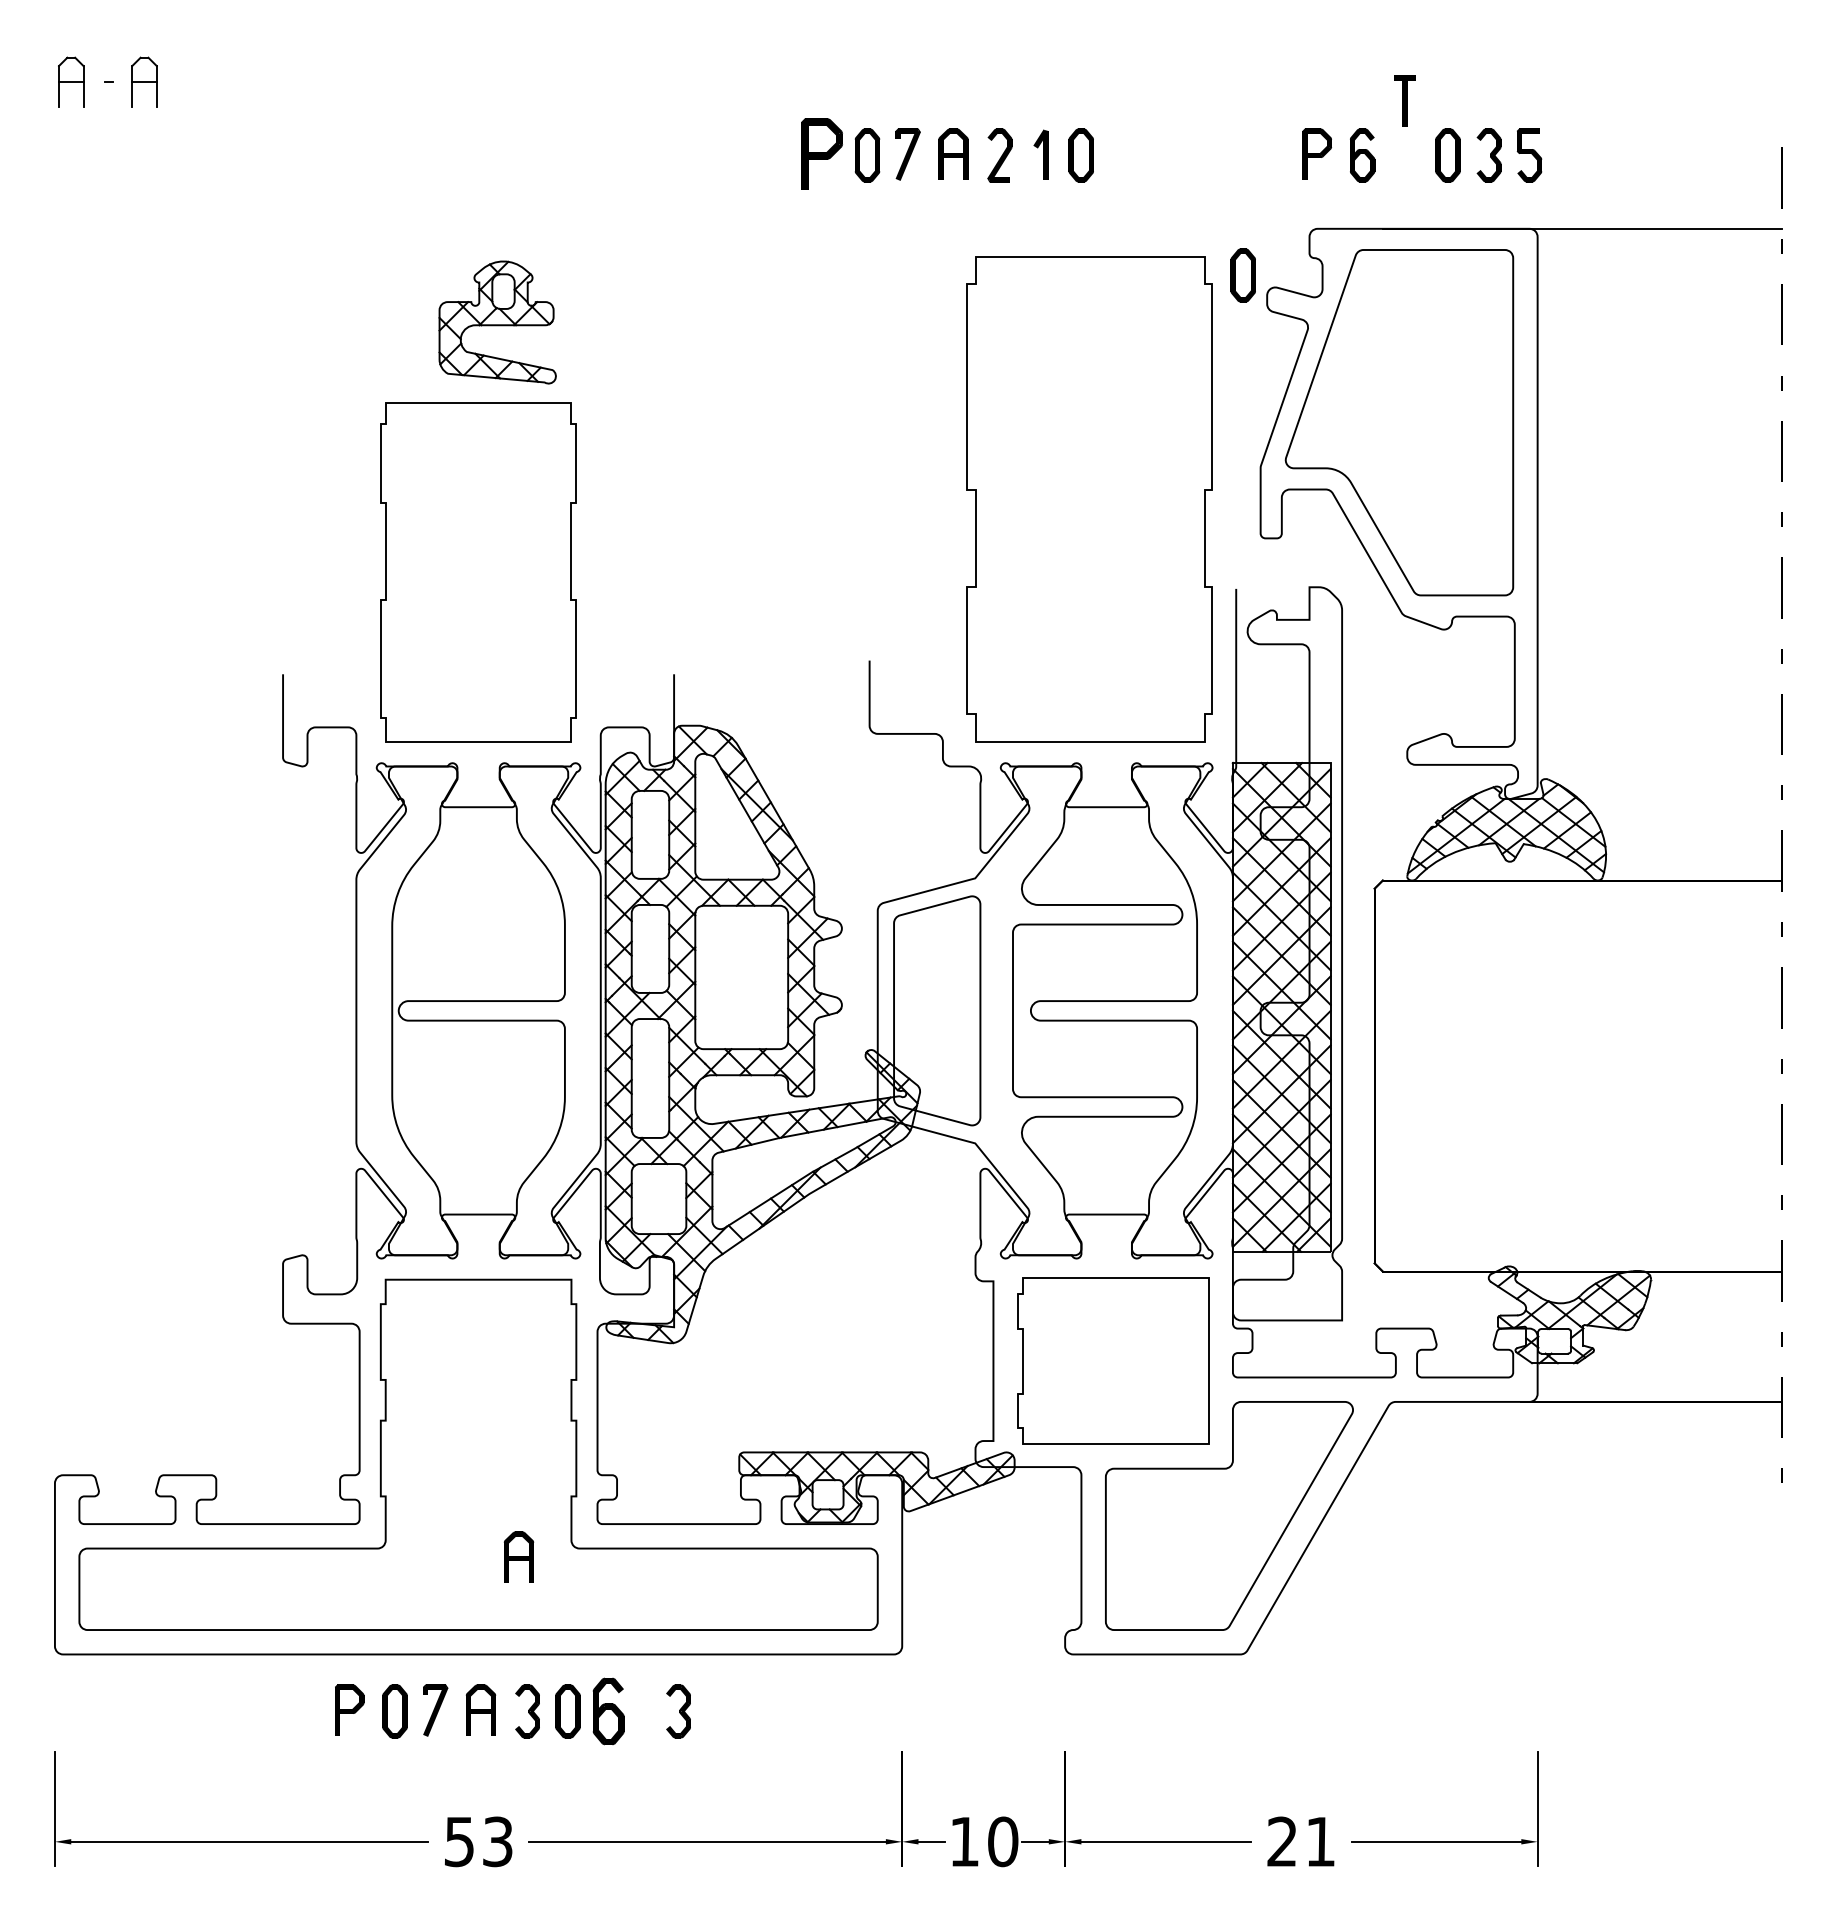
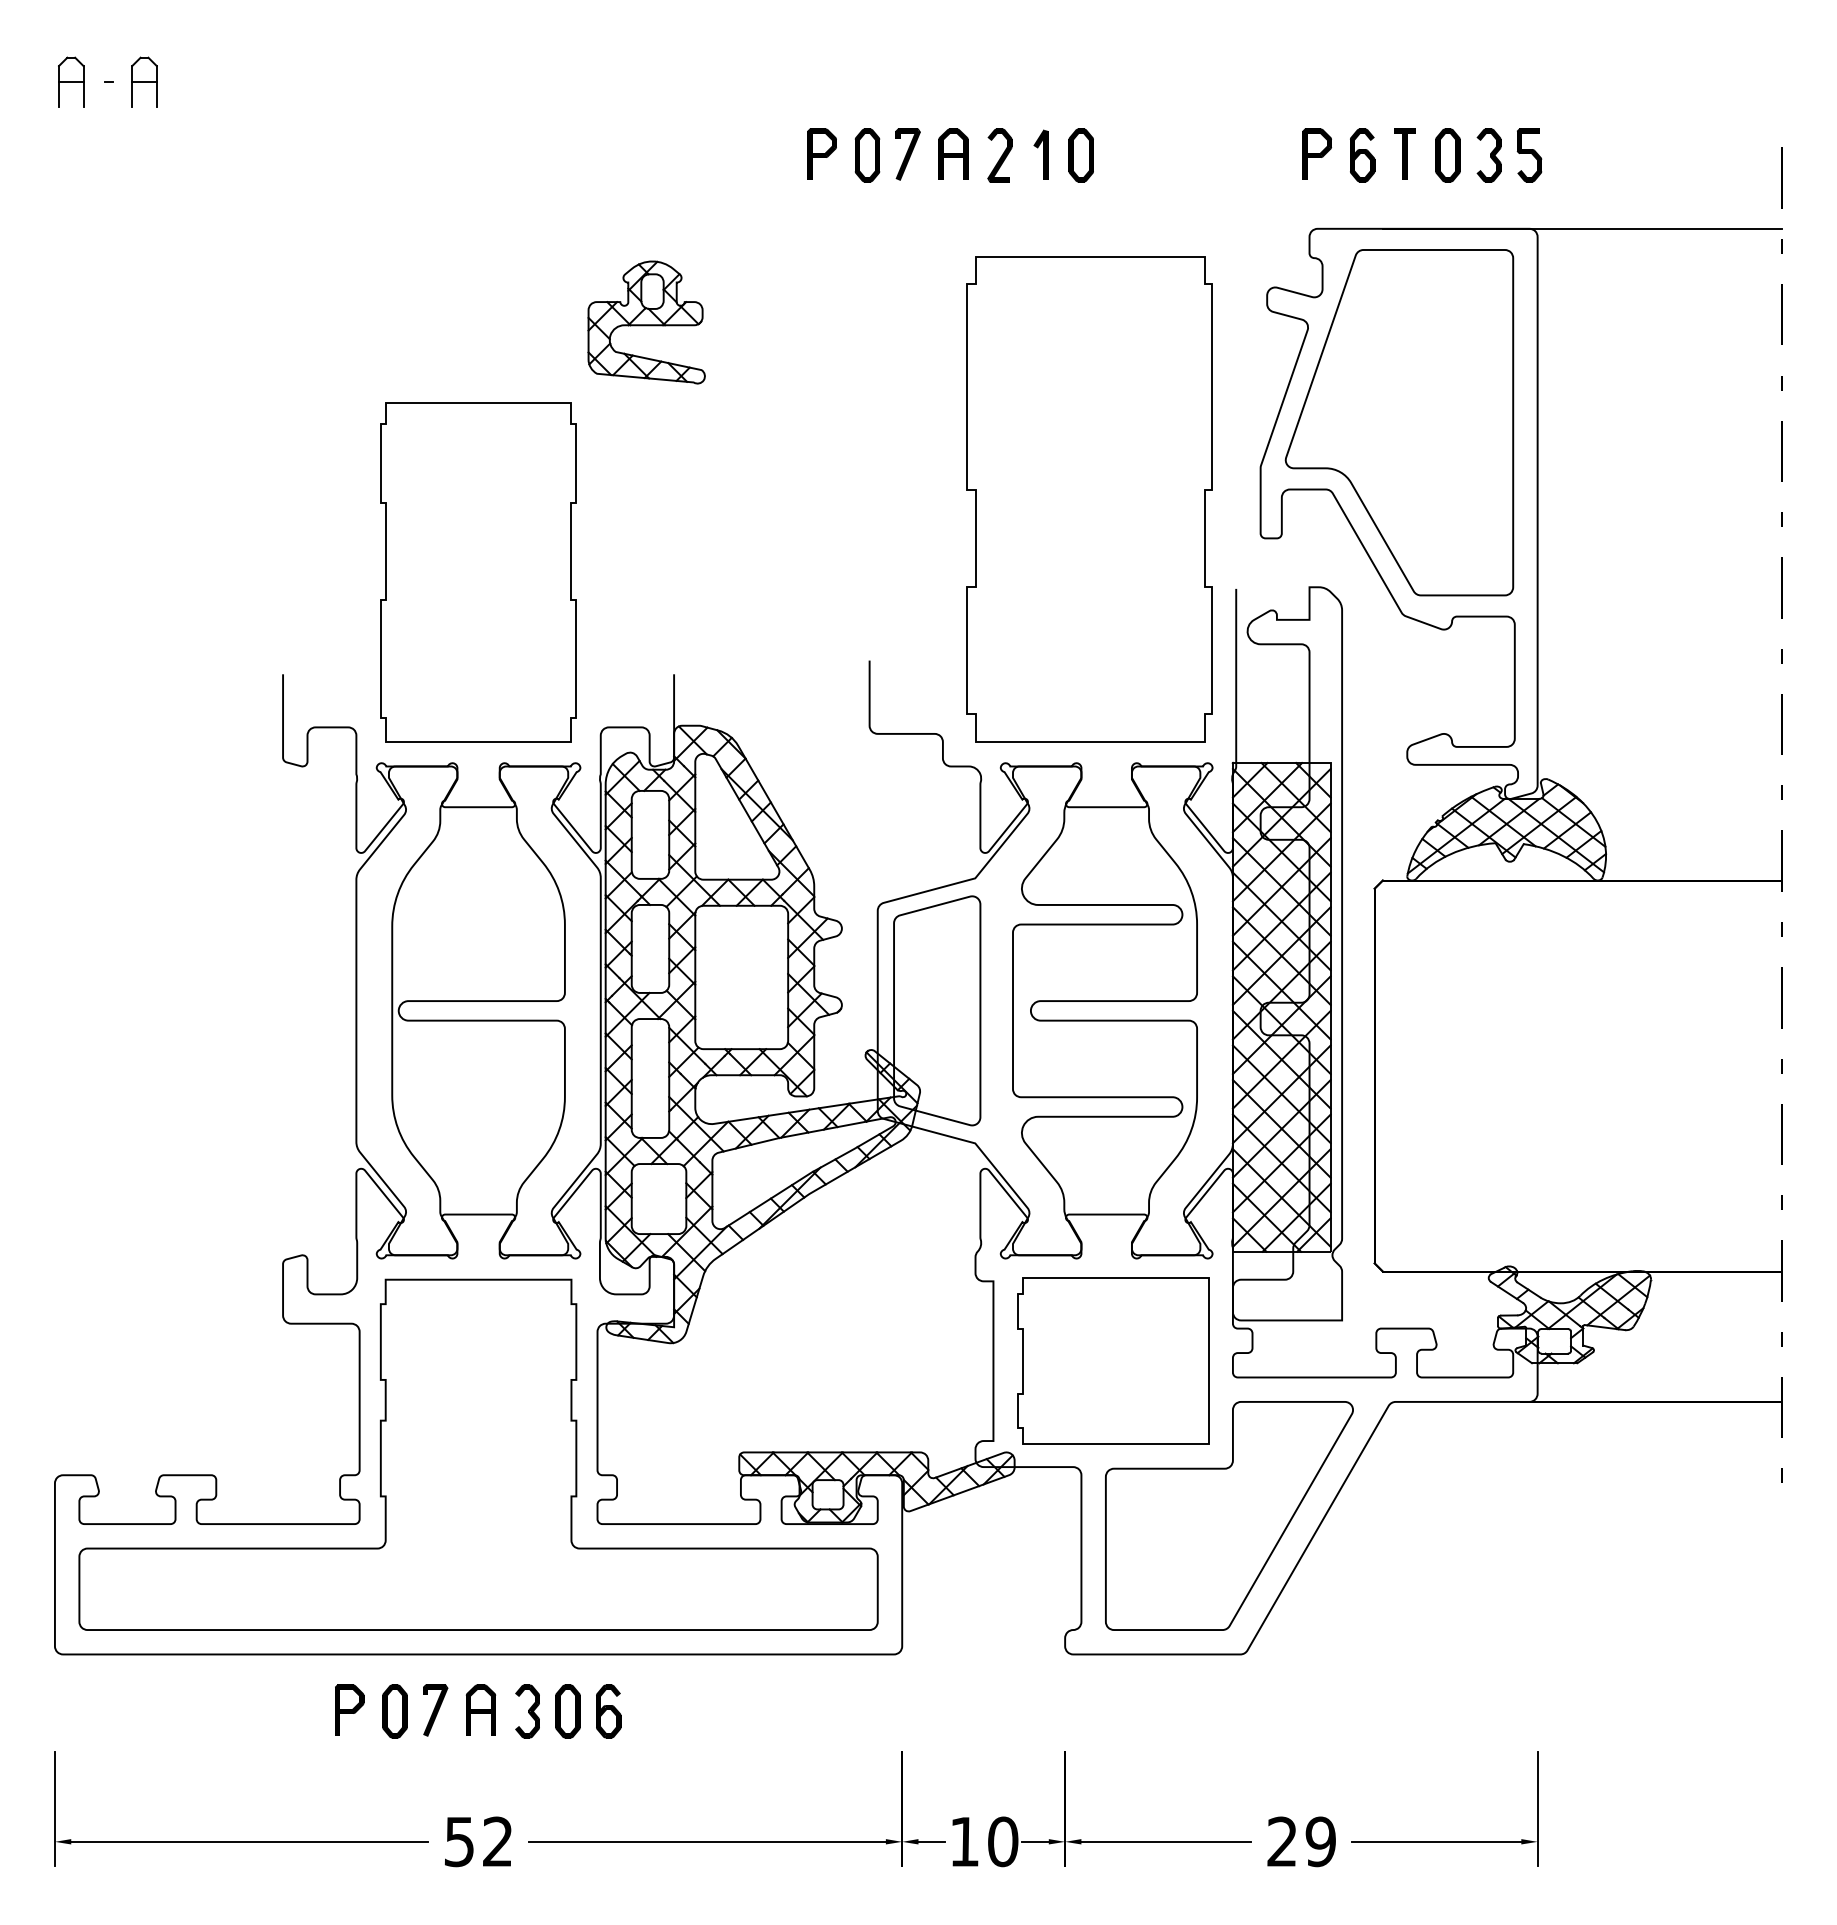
part at (1404, 100) position: (1404, 100) -> (1404, 153)
part at (821, 153) size: 42x72 px -> 30x52 px
part at (1242, 275): present -> none
part at (497, 322) position: (497, 322) -> (646, 322)
part at (518, 1556): present -> none
part at (608, 1711) size: 33x69 px -> 26x55 px
part at (678, 1711): present -> none
text at (497, 1841): 53 -> 52
text at (1320, 1841): 21 -> 29
